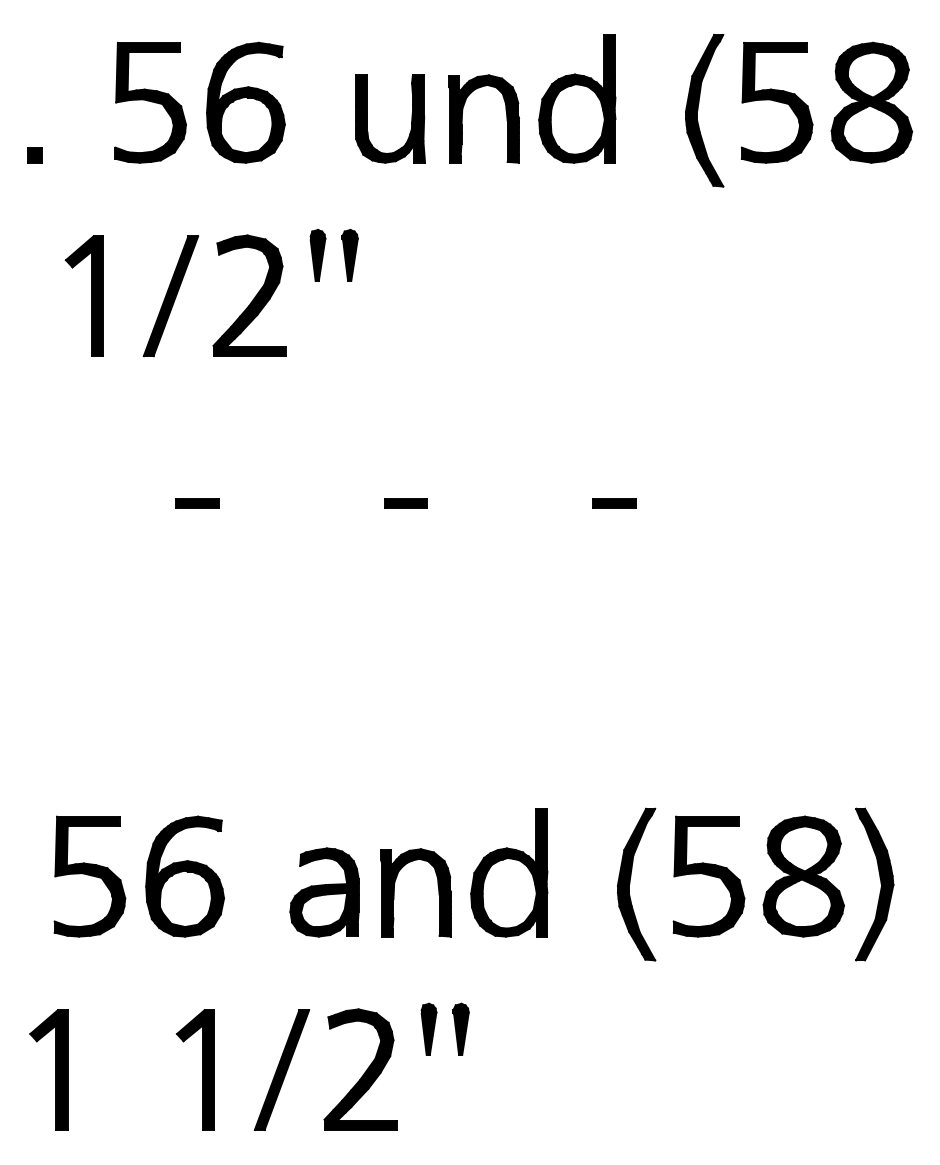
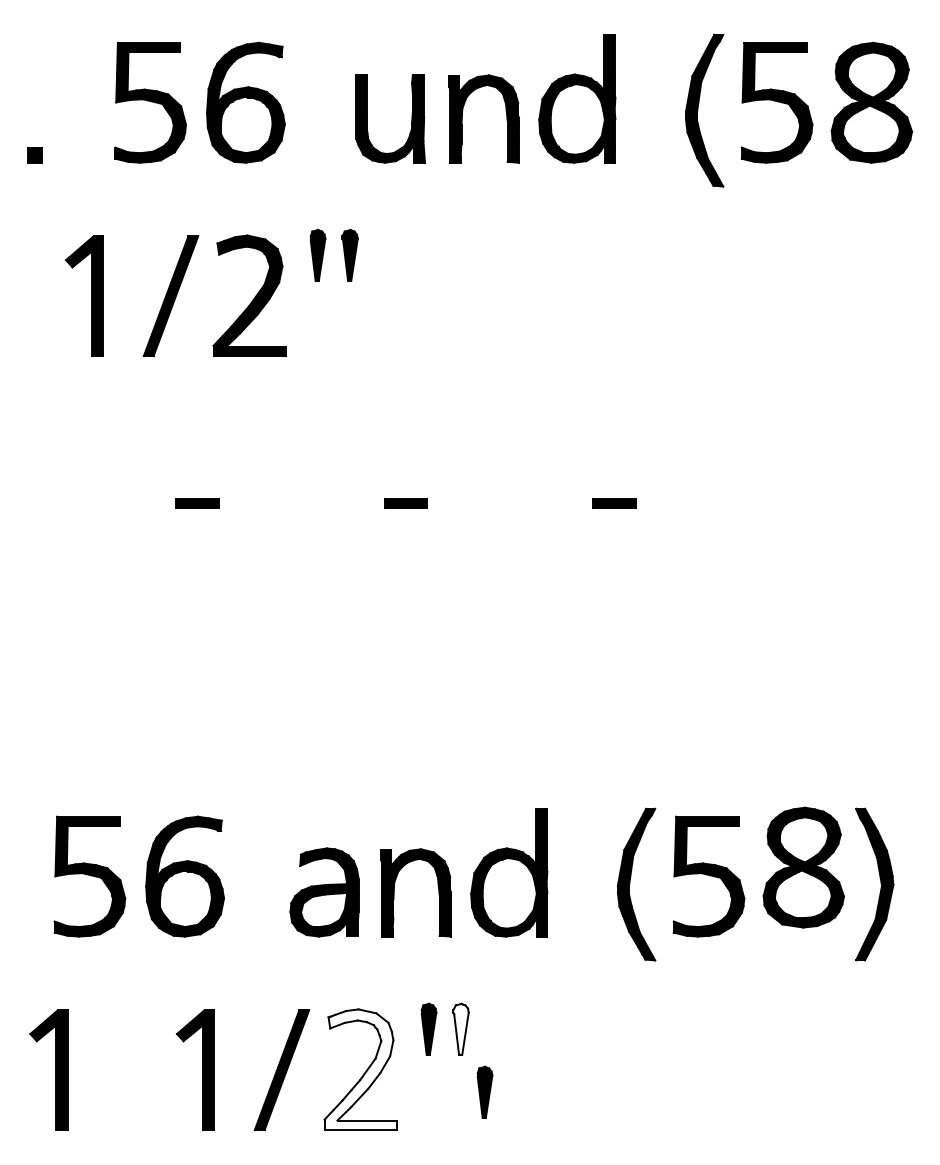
part at (803, 876) position: (803, 876) -> (803, 867)
fill at (460, 1028): present -> none
fill at (360, 1069): present -> none
part at (484, 1091): none -> present
